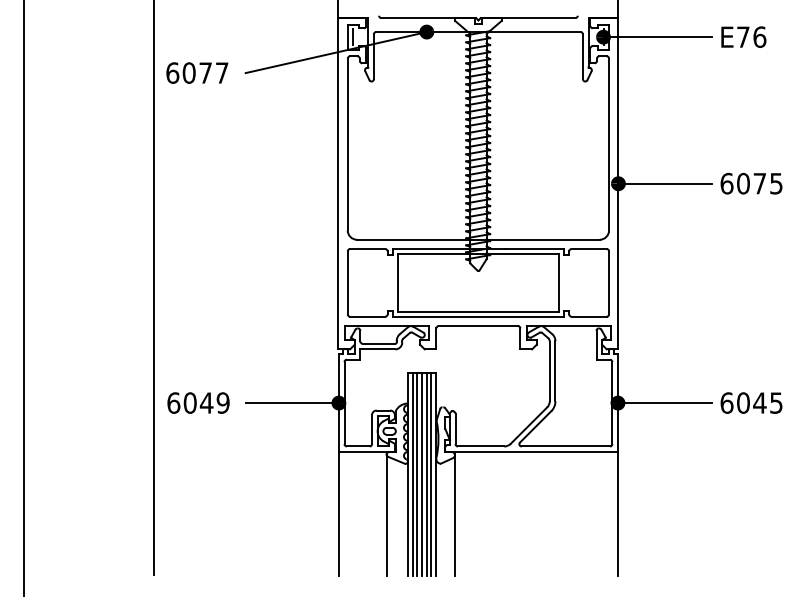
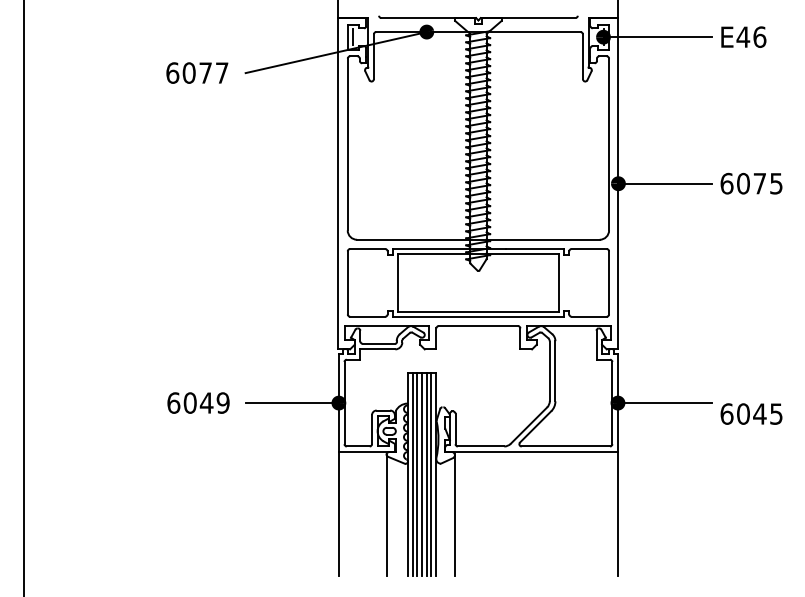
text at (743, 36): E76 -> E46
line at (154, 288): present -> none
text at (751, 402) position: (751, 402) -> (751, 413)
